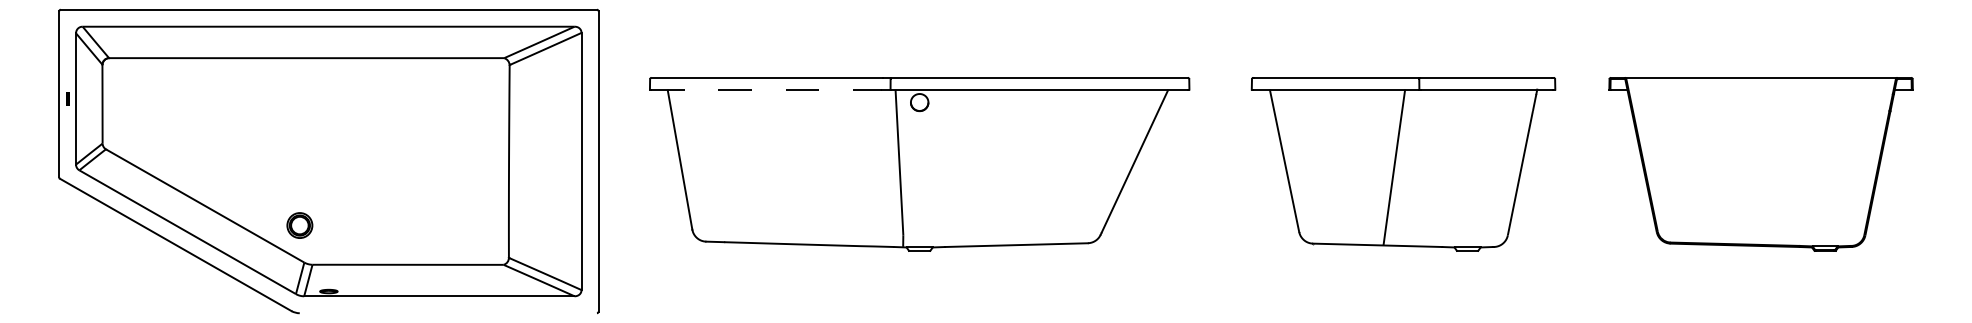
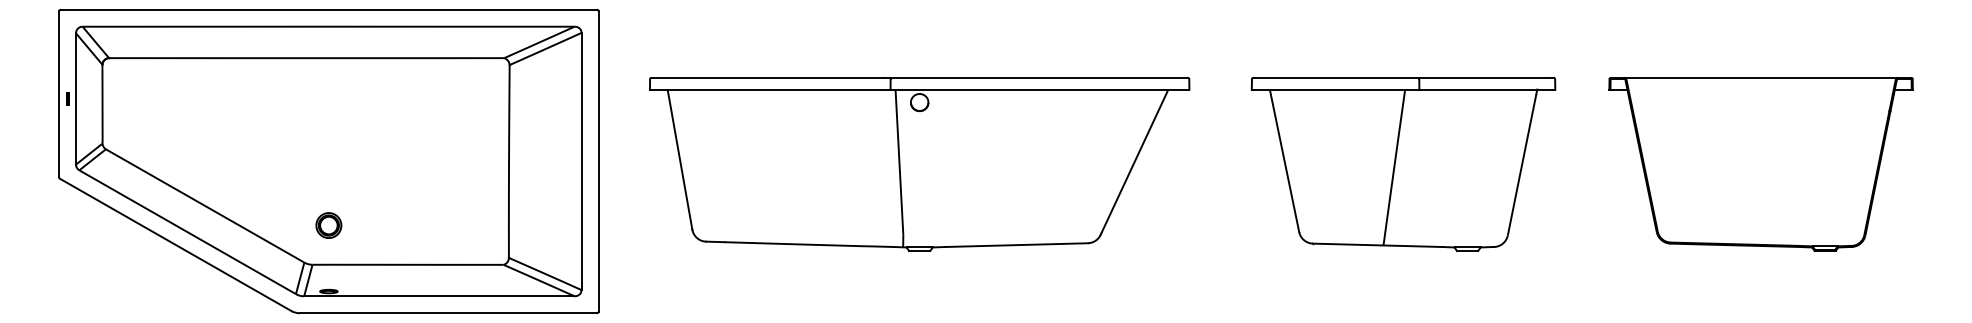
line at (766, 89): dashed -> solid
part at (299, 225) position: (299, 225) -> (328, 225)
line at (447, 313): none -> present
